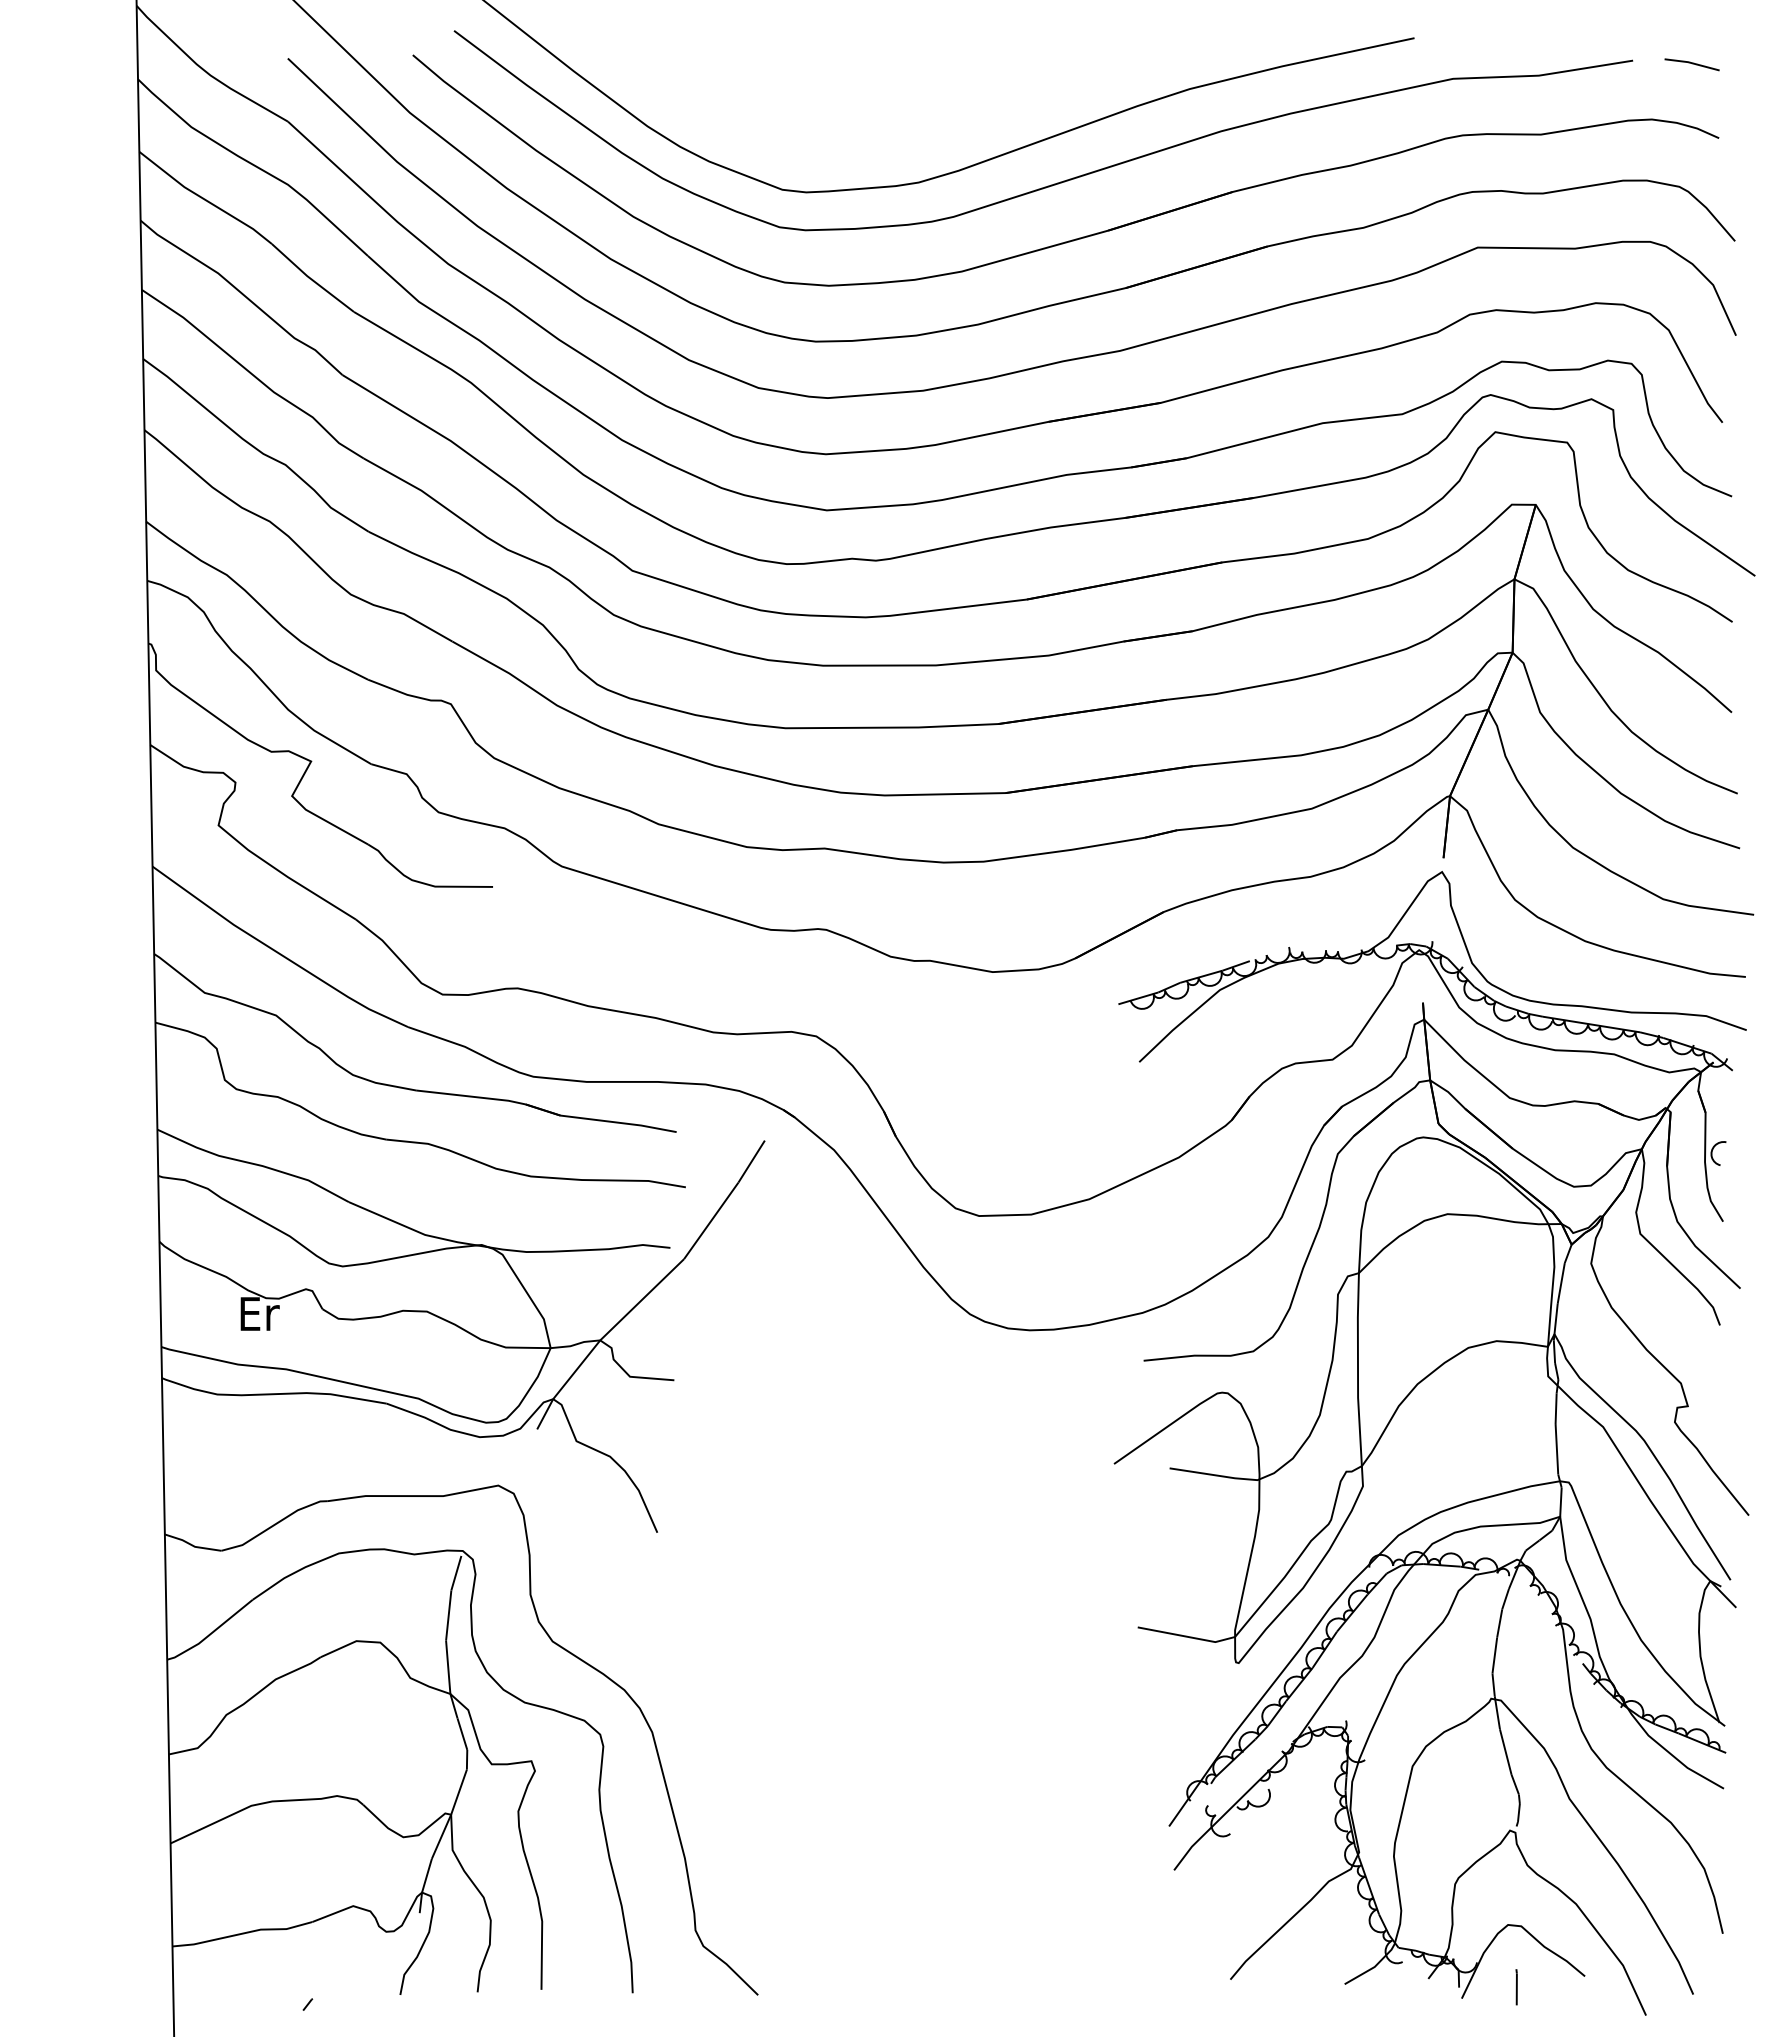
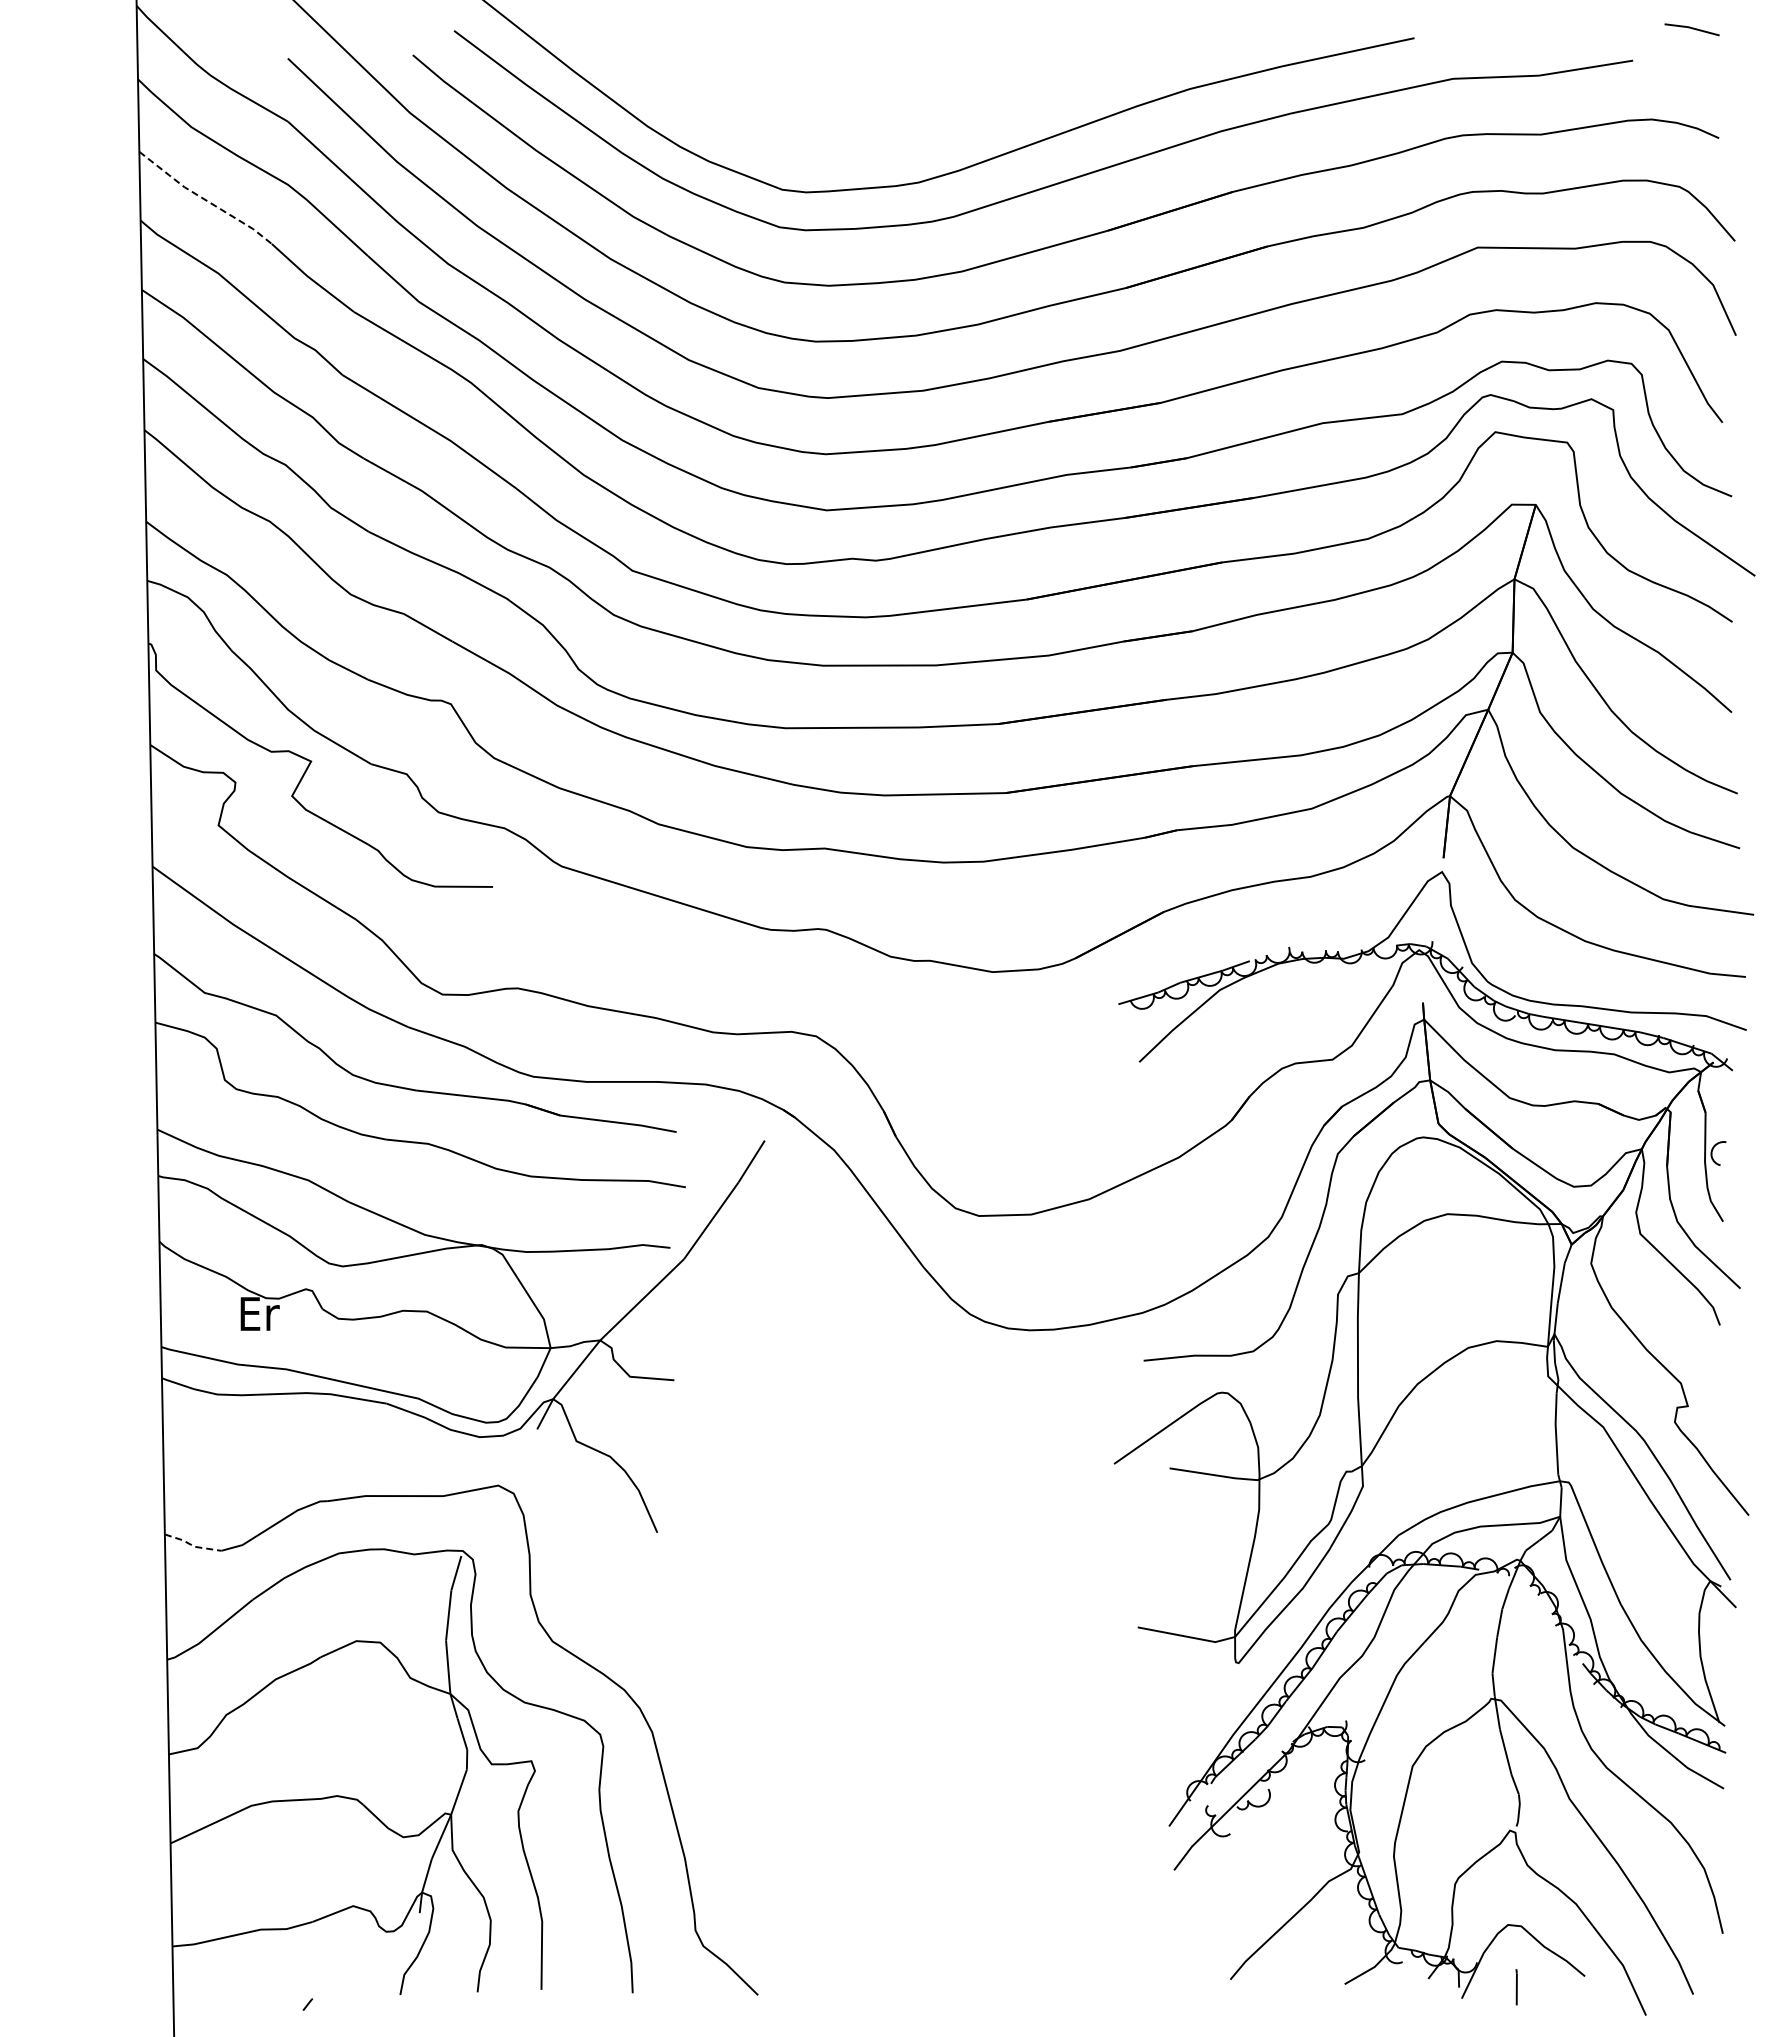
line at (1691, 63) position: (1691, 63) -> (1691, 28)
line at (204, 199): solid -> dashed
line at (192, 1545): solid -> dashed
